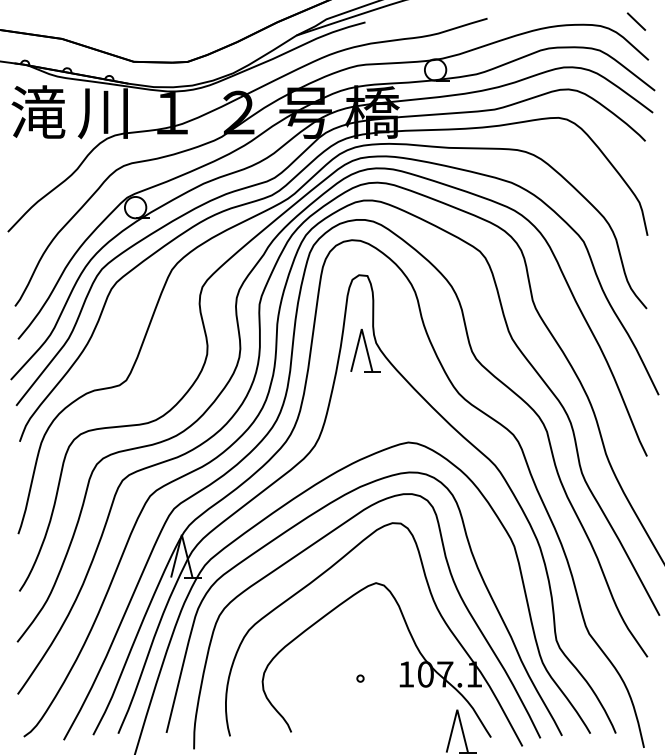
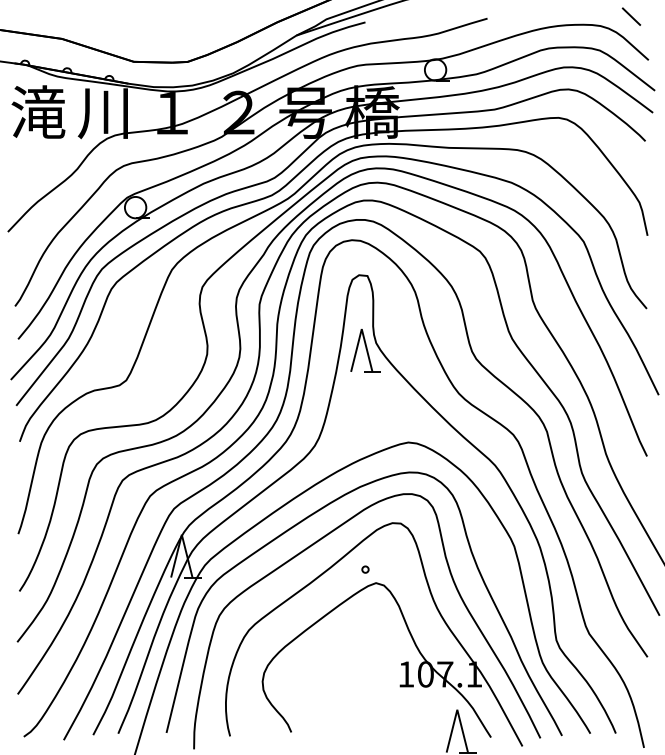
line at (636, 21) position: (636, 21) -> (631, 16)
part at (360, 678) position: (360, 678) -> (365, 569)
